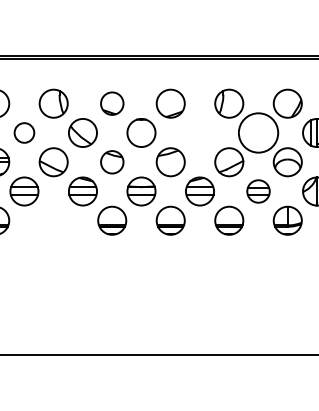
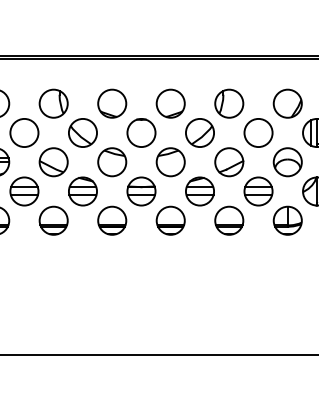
part at (112, 103) size: 25x25 px -> 31x31 px
circle at (24, 132) size: 23x22 px -> 31x30 px
part at (199, 132): none -> present
circle at (258, 132) diameter: 39 px -> 28 px
part at (112, 162) size: 25x25 px -> 31x31 px
part at (258, 191) size: 25x25 px -> 31x31 px
part at (53, 220): none -> present
